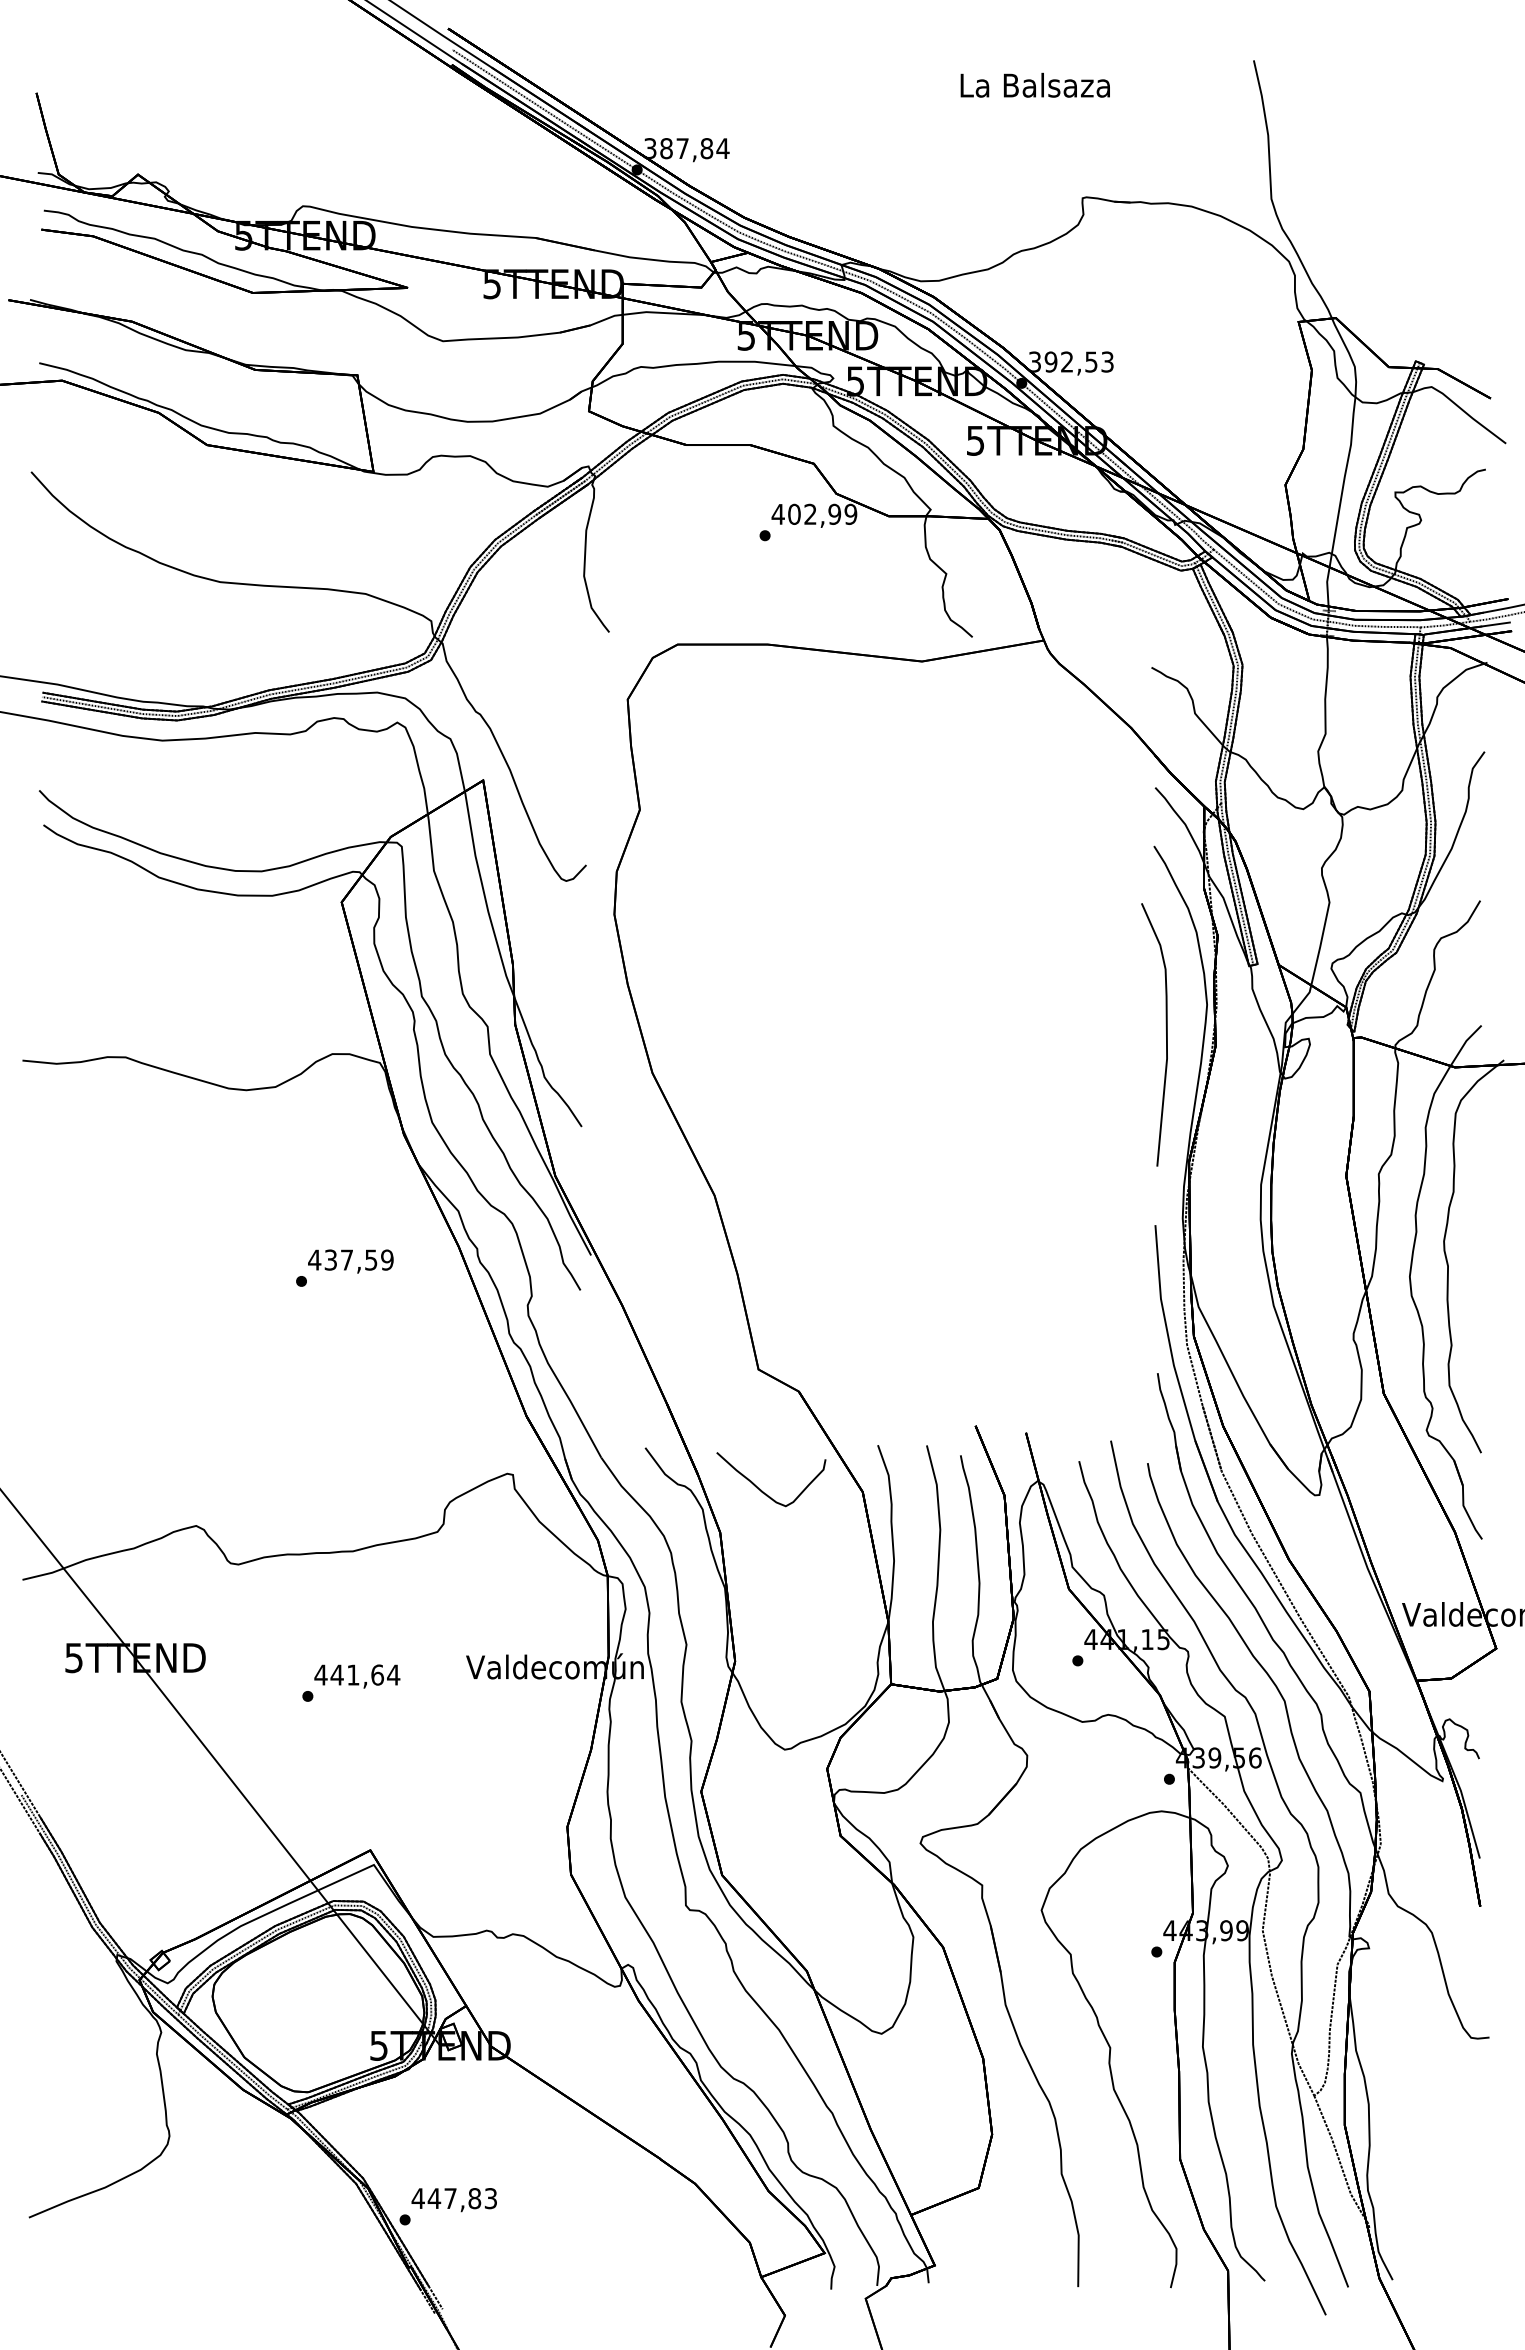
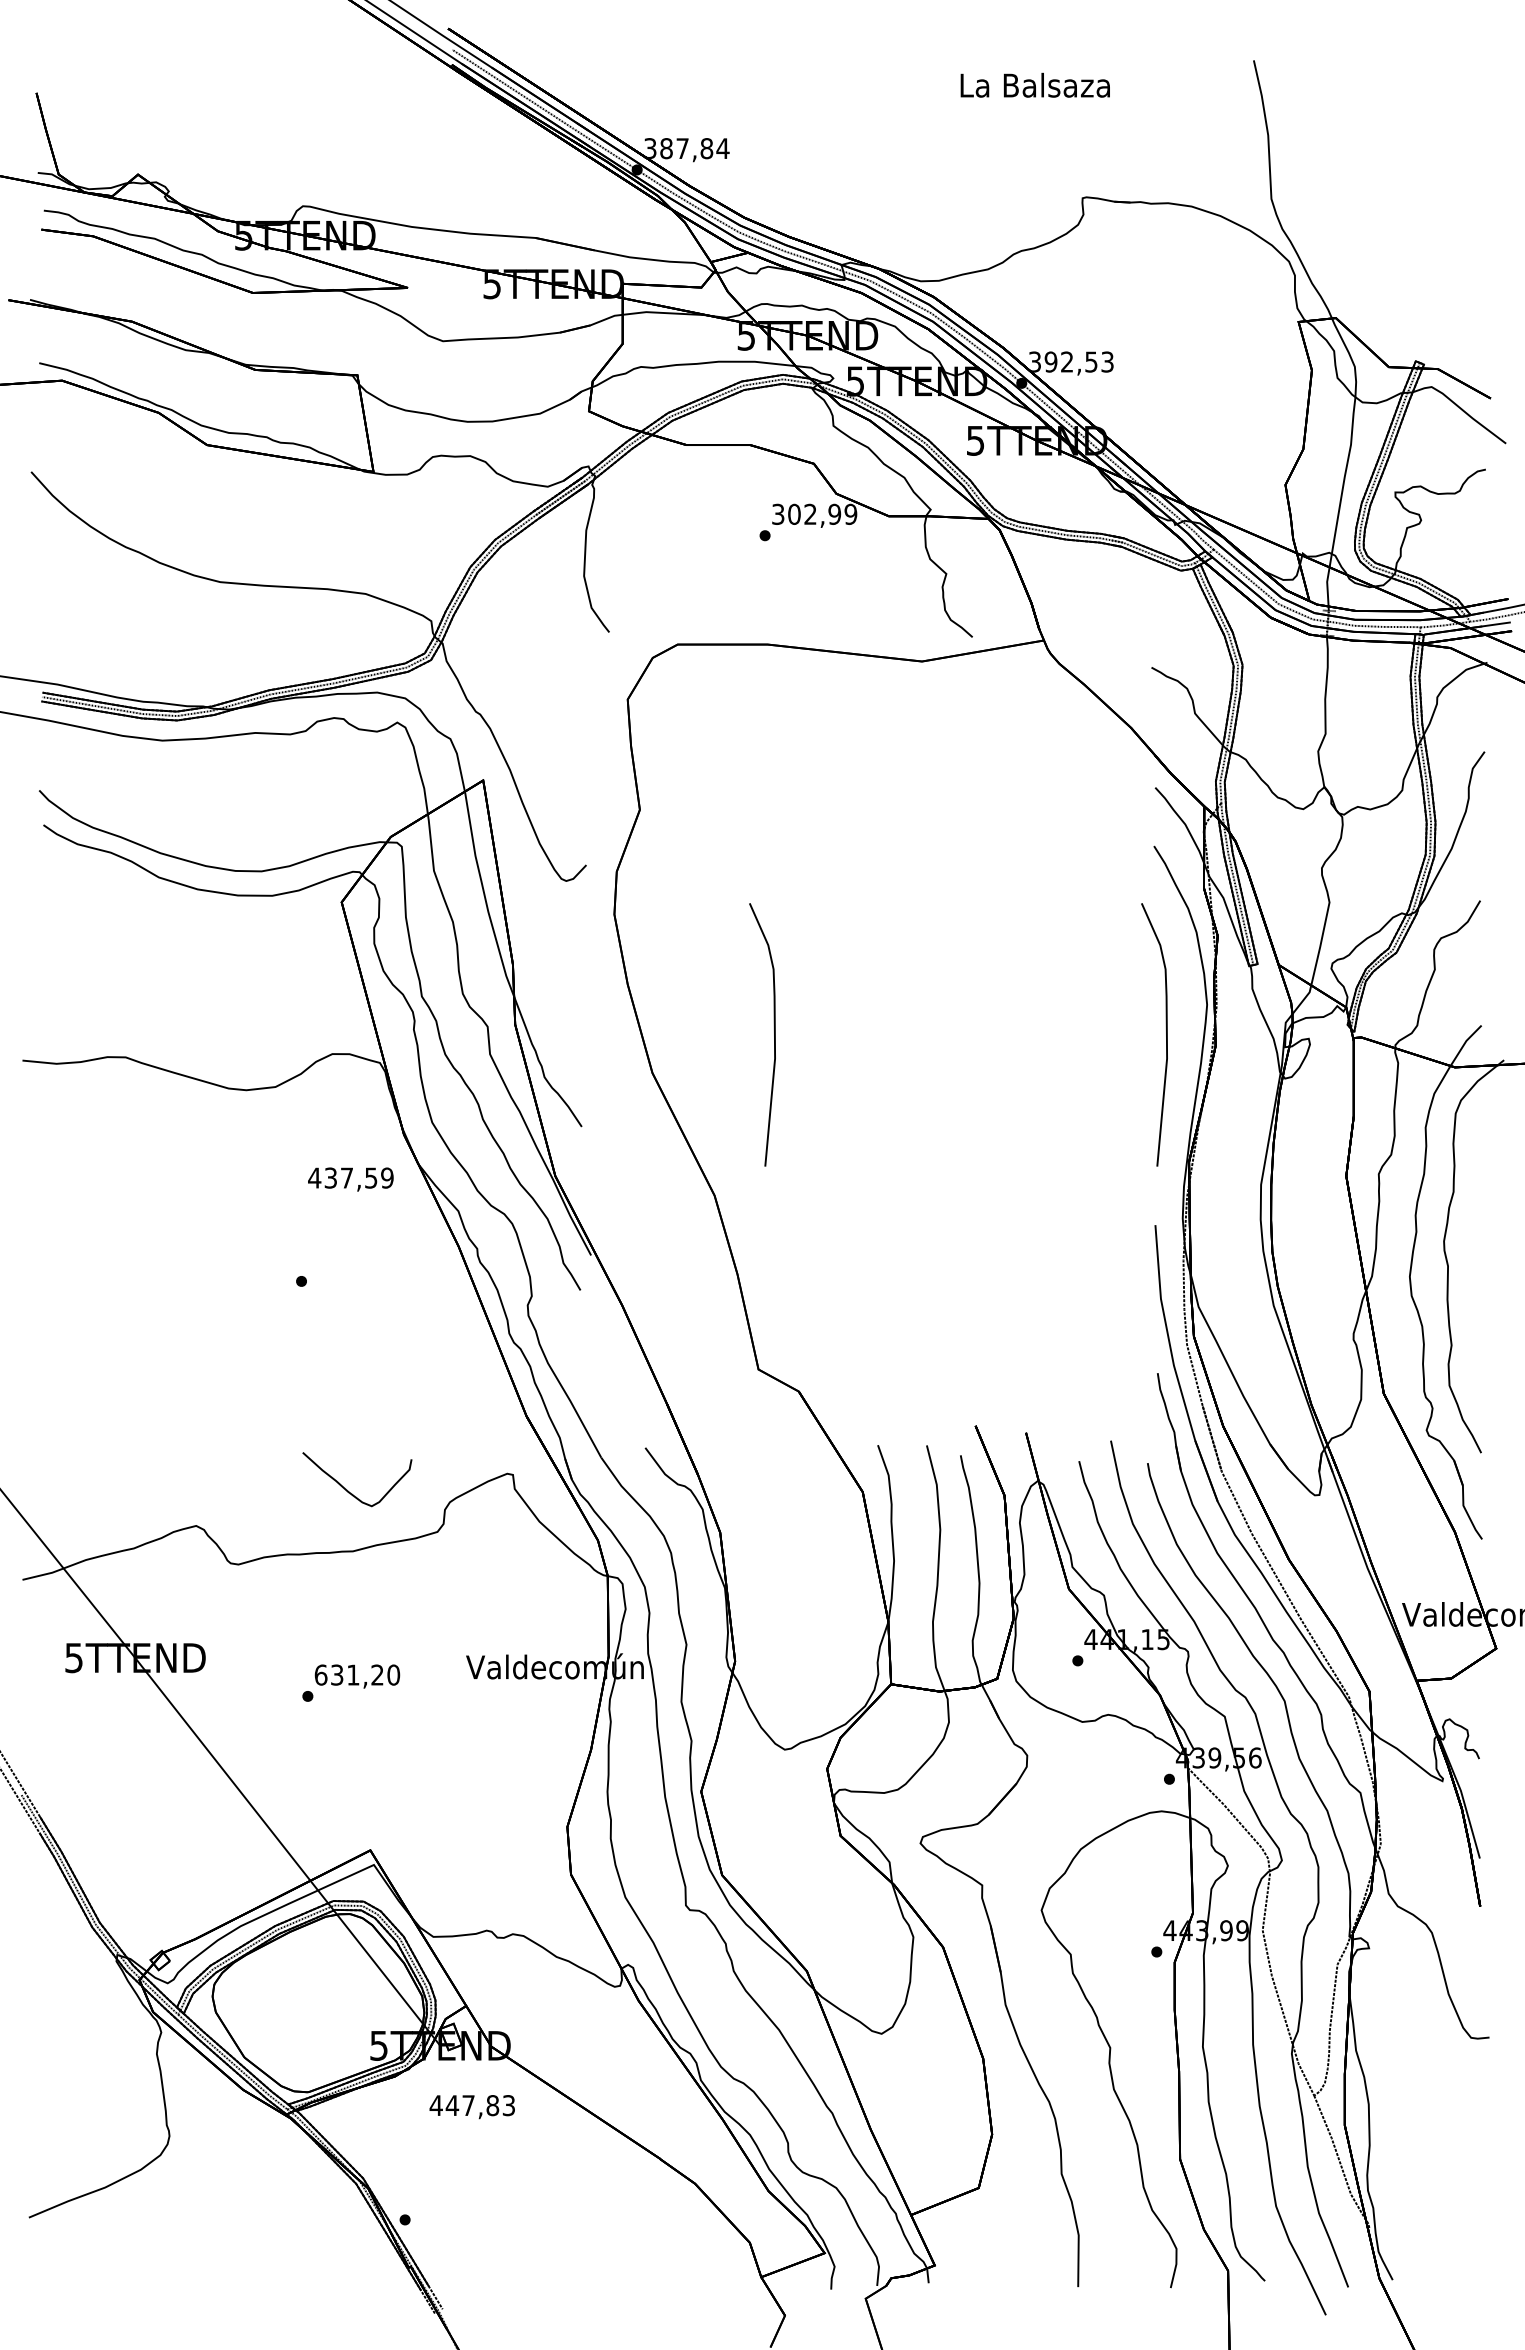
text at (777, 513): 402,99 -> 302,99
curve at (774, 1034): none -> present
text at (350, 1261) position: (350, 1261) -> (350, 1179)
curve at (761, 1489) position: (761, 1489) -> (347, 1489)
text at (357, 1674): 441,64 -> 631,20
text at (453, 2200) position: (453, 2200) -> (471, 2107)
